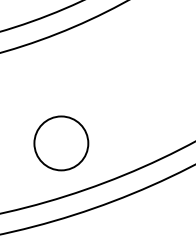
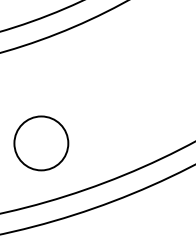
circle at (61, 143) position: (61, 143) -> (41, 143)
